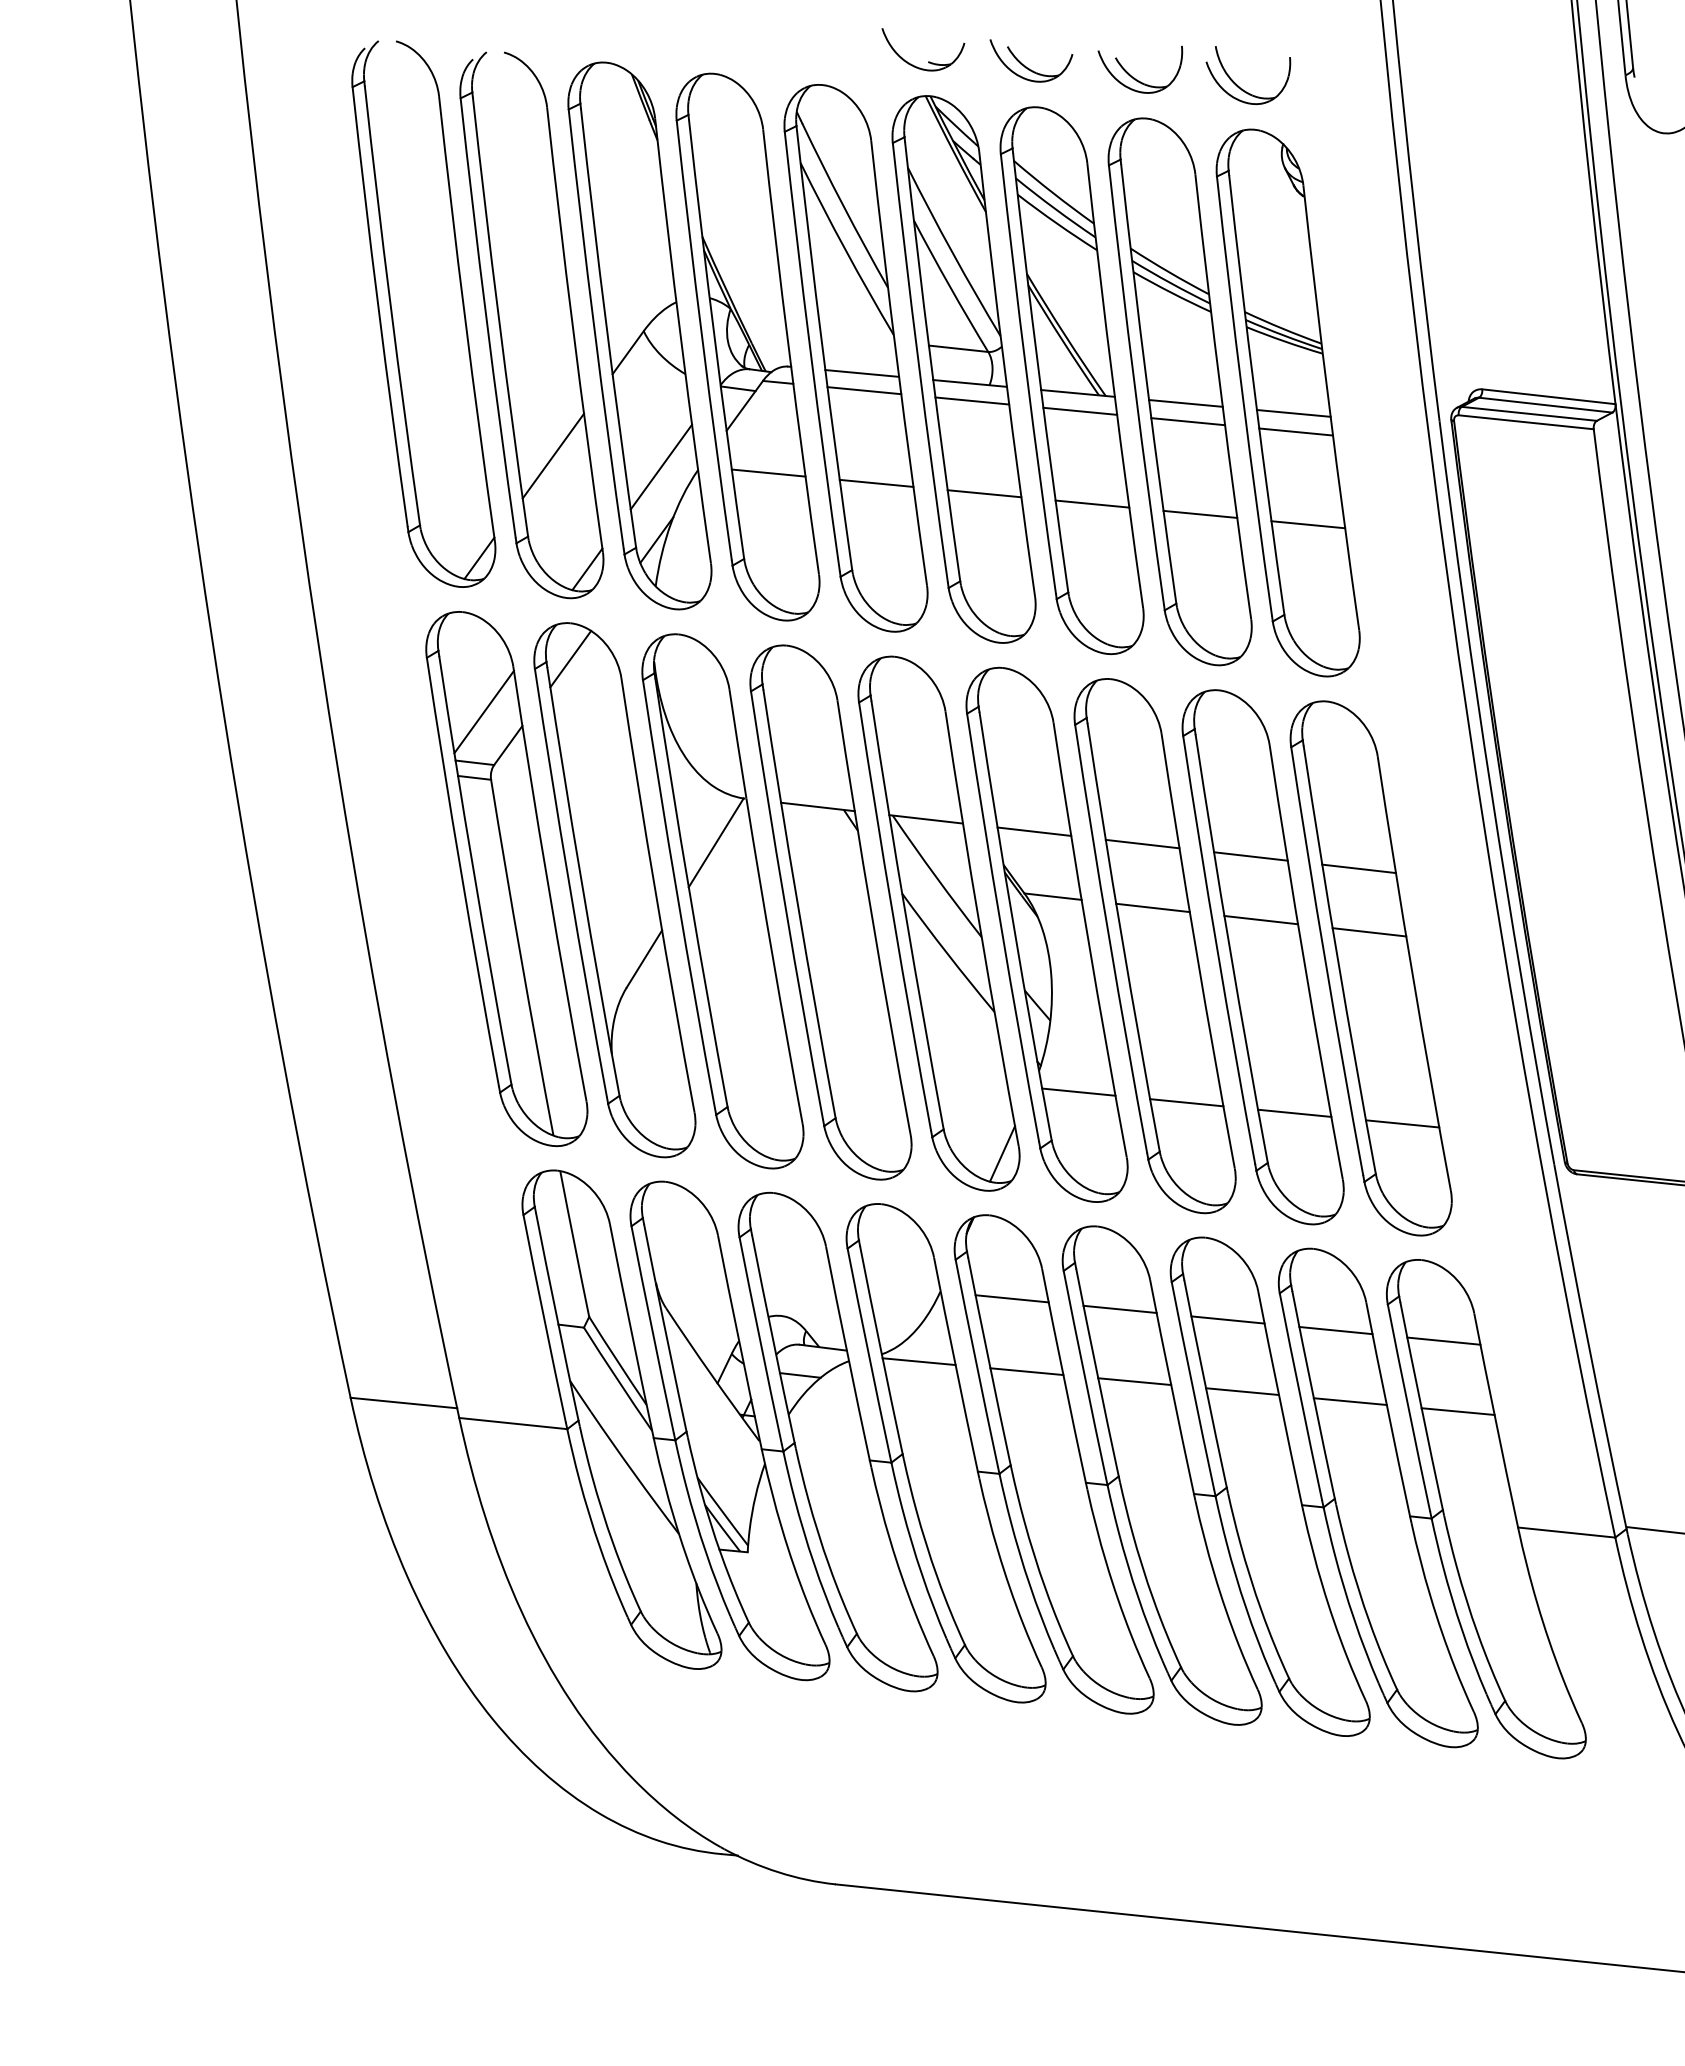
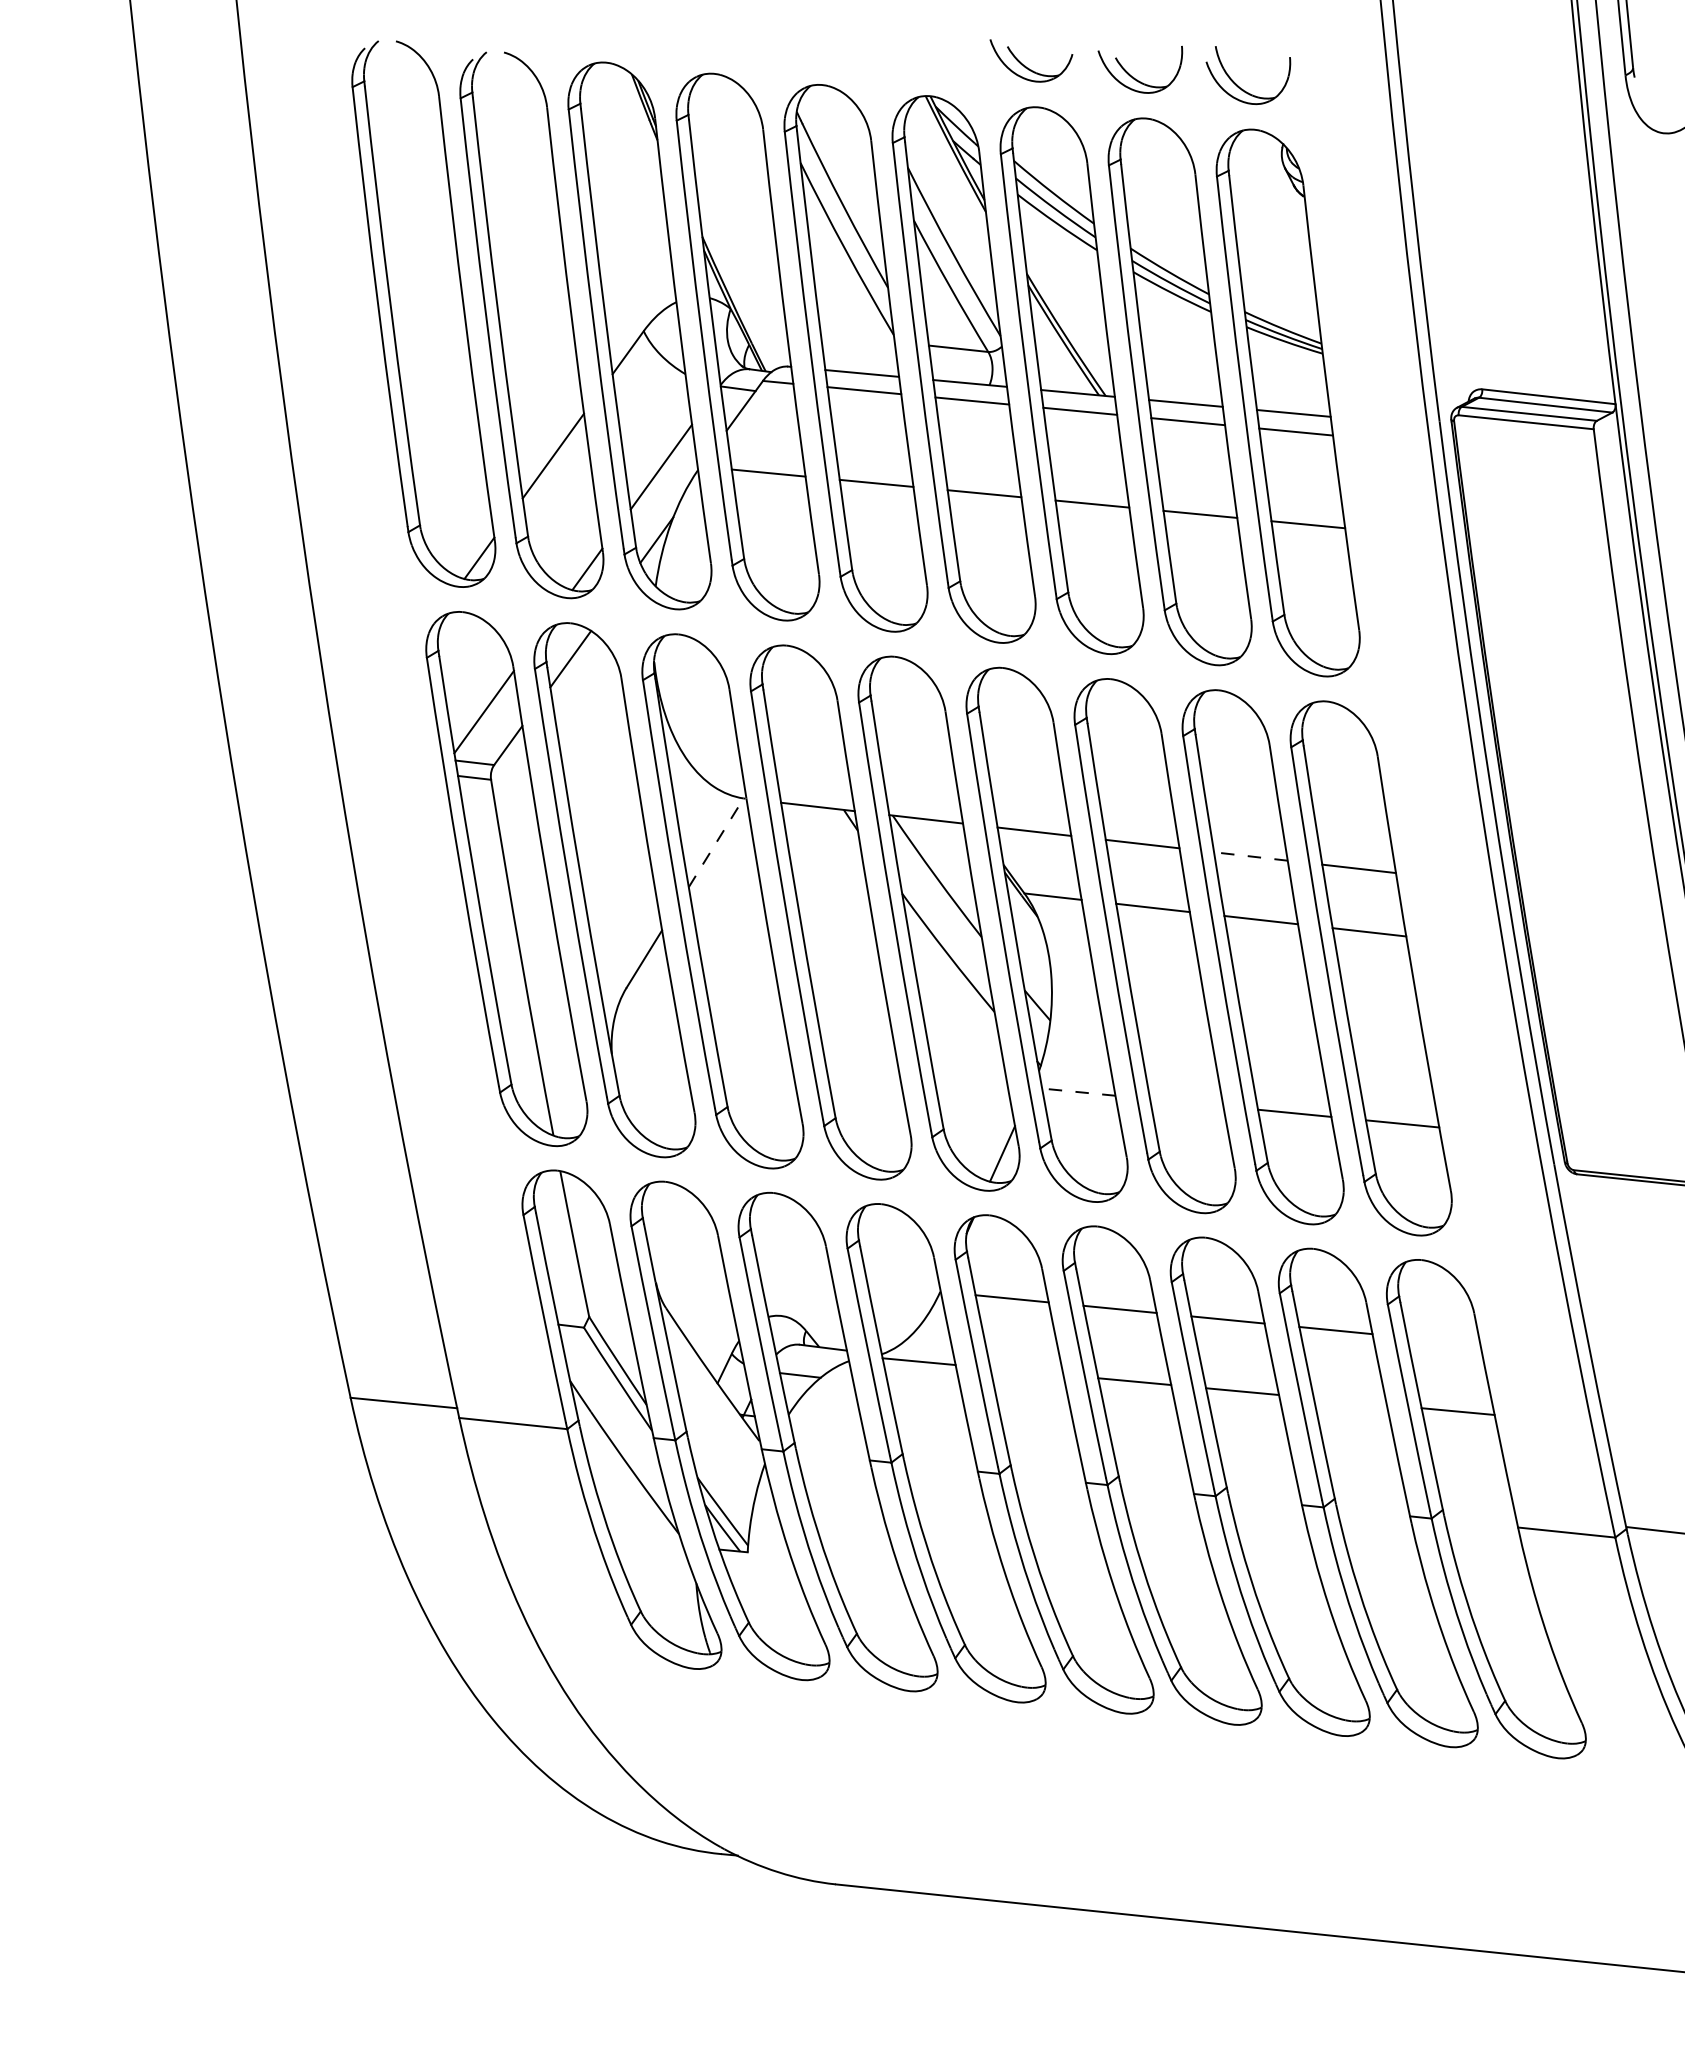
part at (928, 61): present -> none
line at (716, 842): solid -> dashed
line at (1250, 856): solid -> dashed
line at (1078, 1092): solid -> dashed
line at (1186, 1102): present -> none
line at (1443, 1340): present -> none
line at (1026, 1371): present -> none
line at (1349, 1401): present -> none
